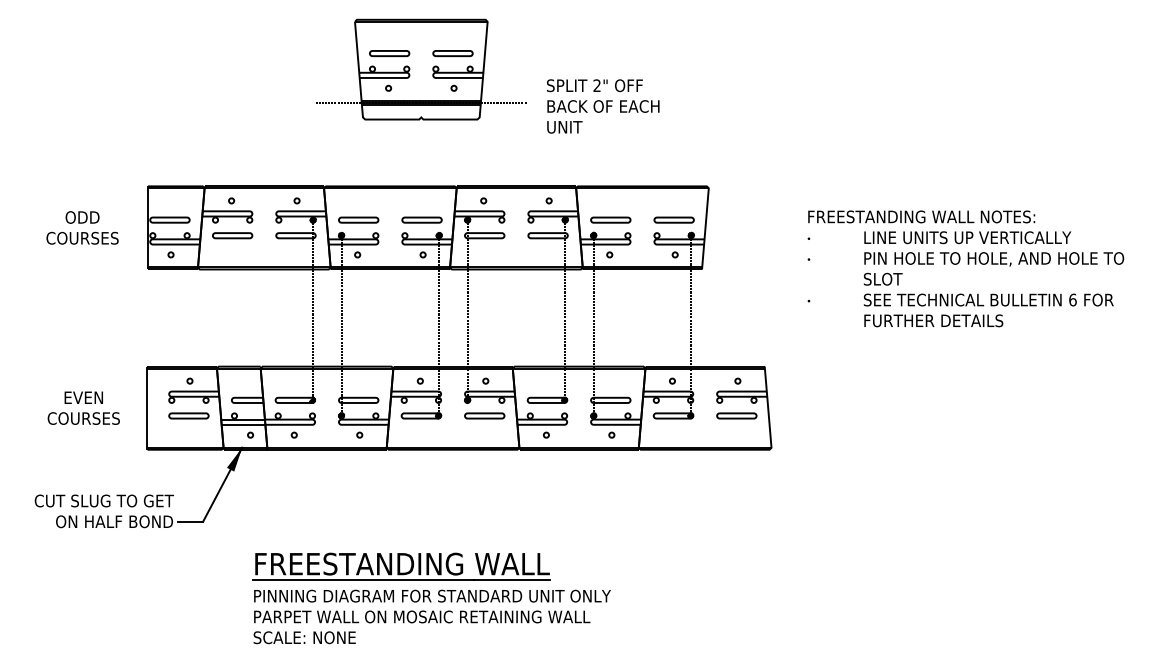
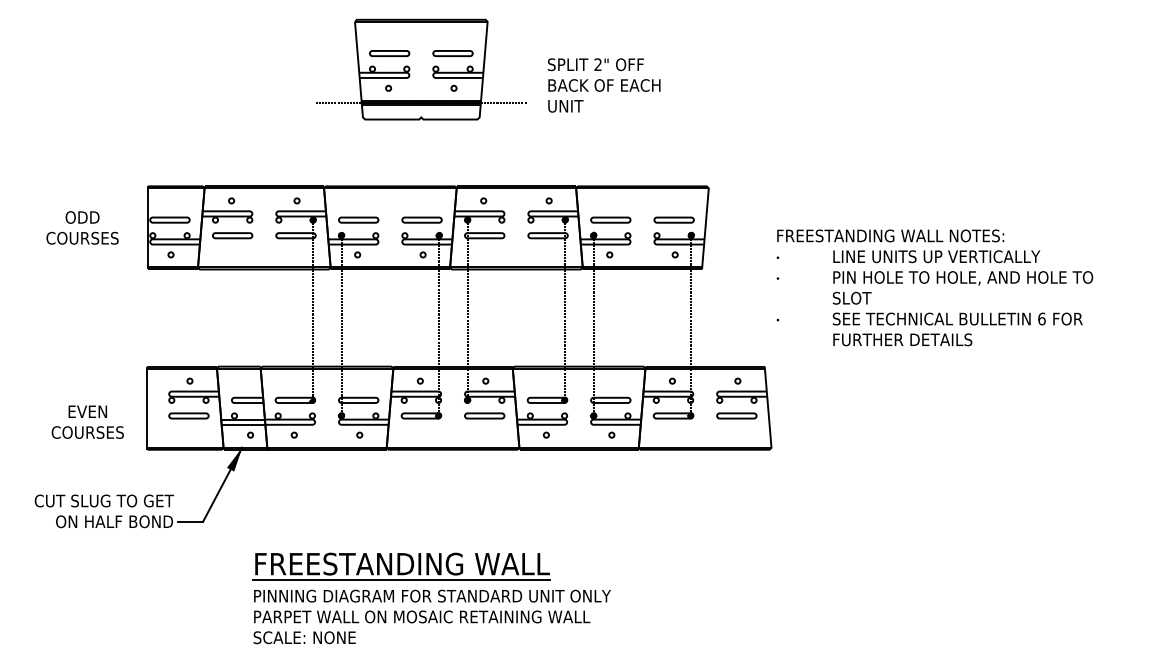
text at (603, 106) position: (603, 106) -> (604, 85)
text at (965, 268) position: (965, 268) -> (934, 287)
text at (83, 407) position: (83, 407) -> (87, 421)
